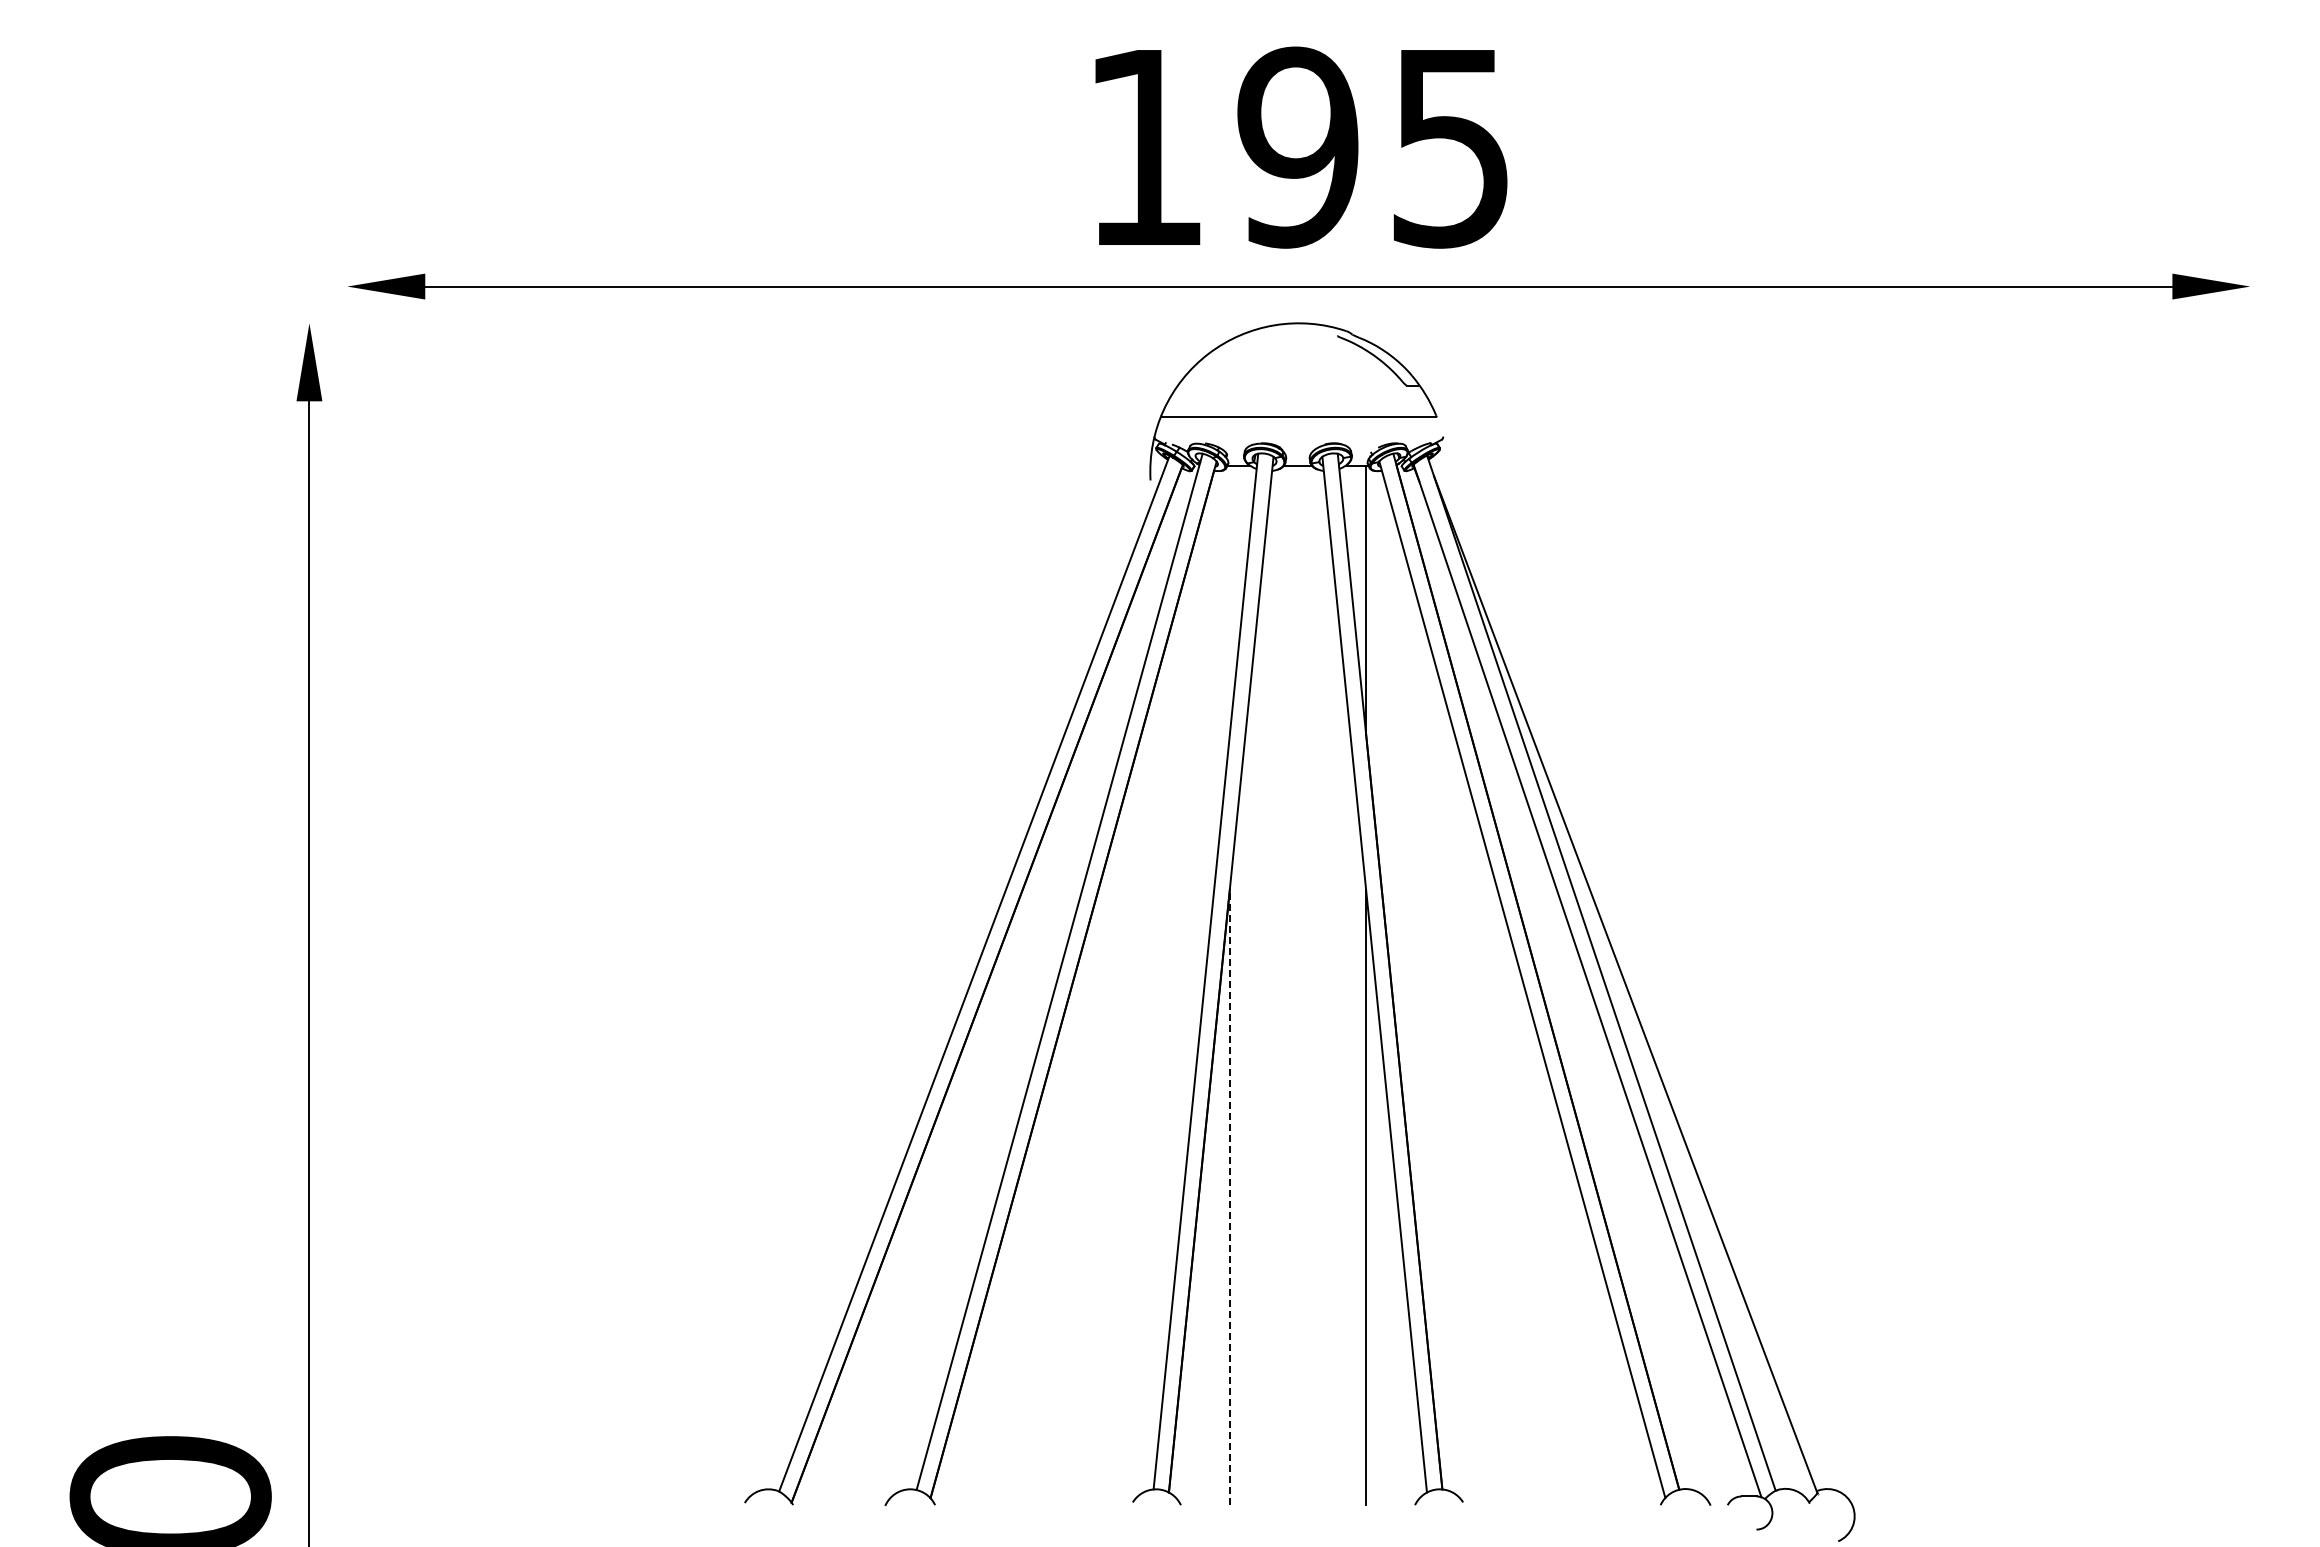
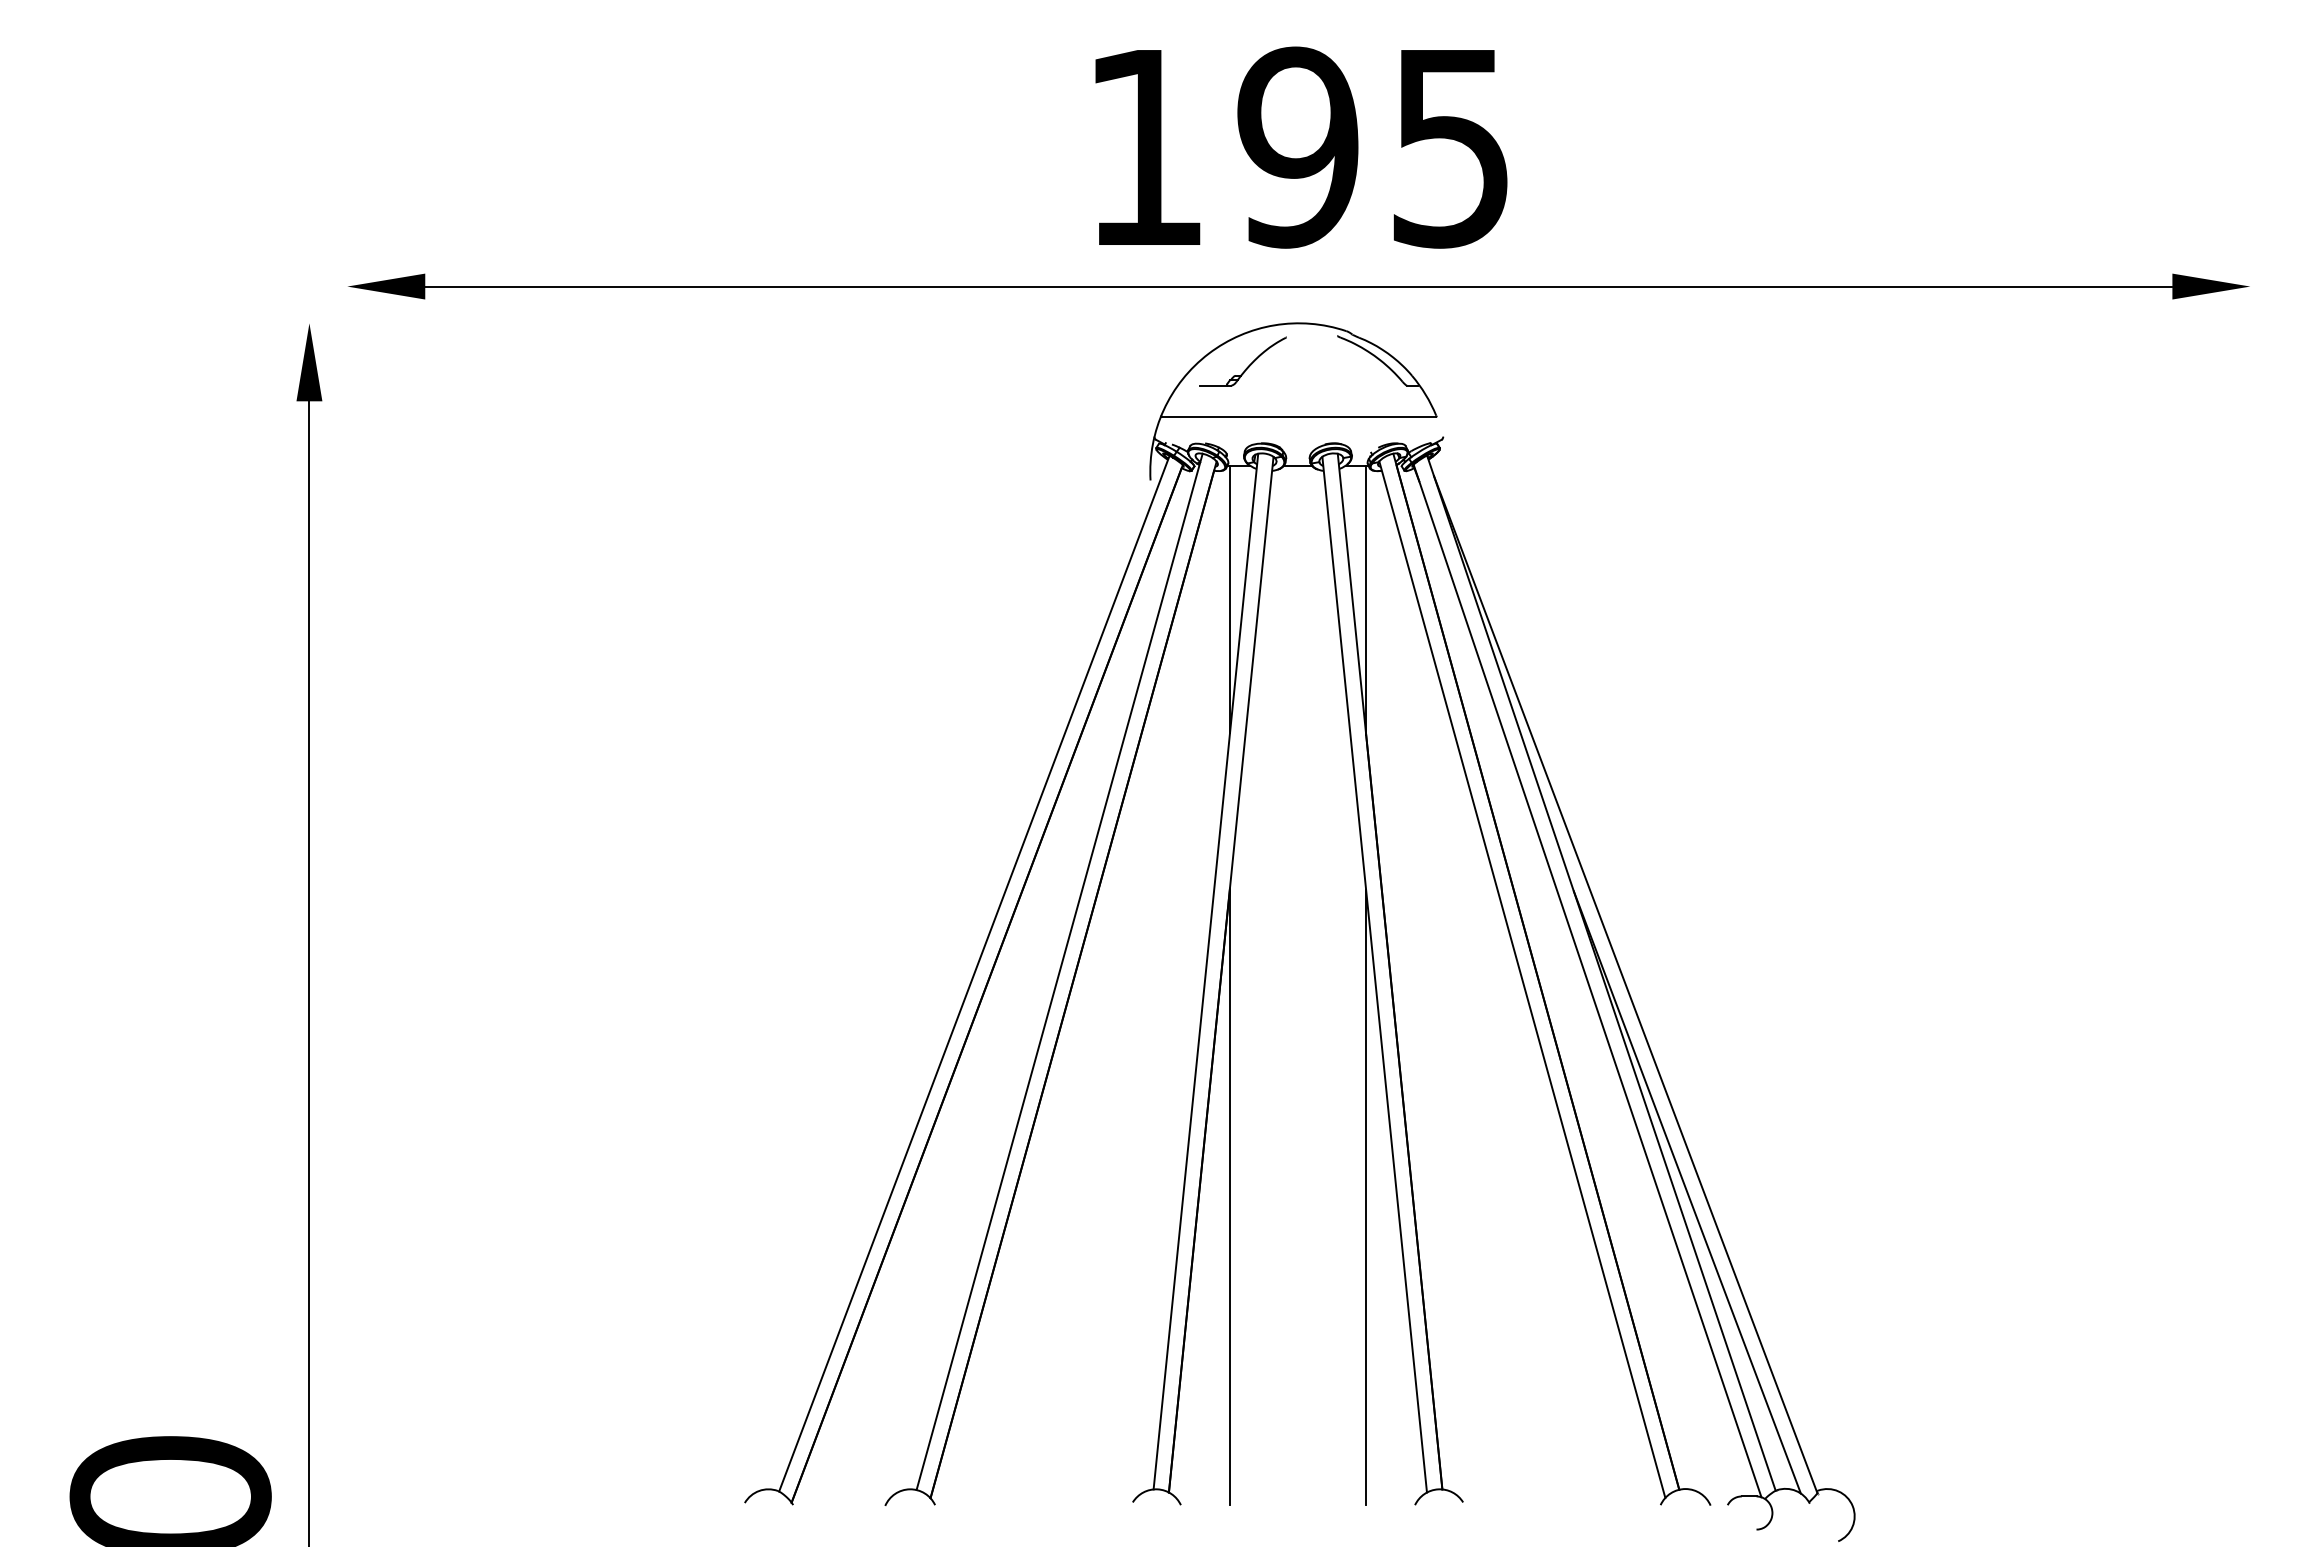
part at (1247, 366): none -> present
line at (1229, 599): none -> present
line at (1686, 1192): none -> present
line at (1229, 1196): dashed -> solid
